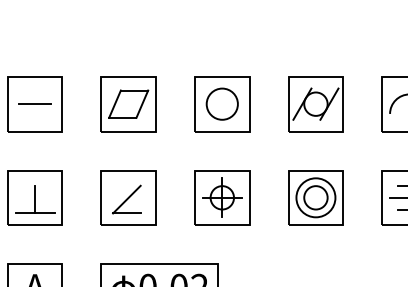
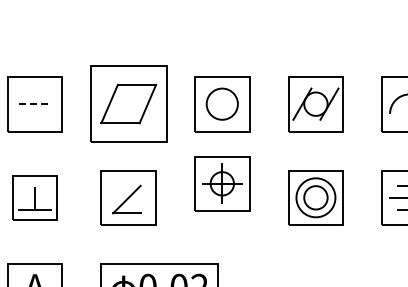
line at (35, 104): solid -> dashed
part at (128, 104) size: 57x57 px -> 78x78 px
part at (34, 197) size: 56x56 px -> 46x46 px
part at (222, 197) position: (222, 197) -> (222, 183)
